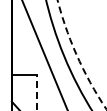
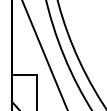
arc at (77, 56): dashed -> solid
line at (37, 92): dashed -> solid
